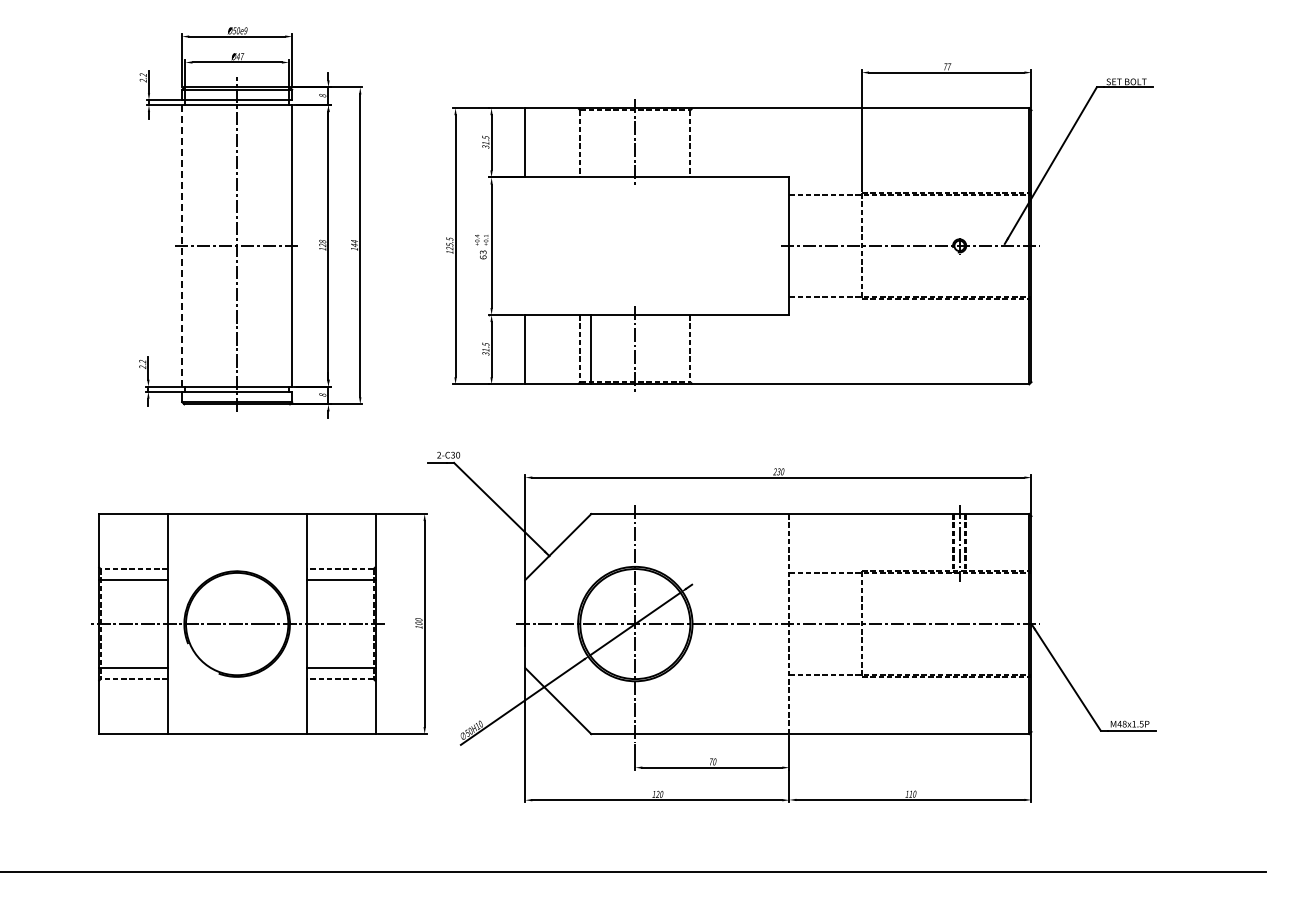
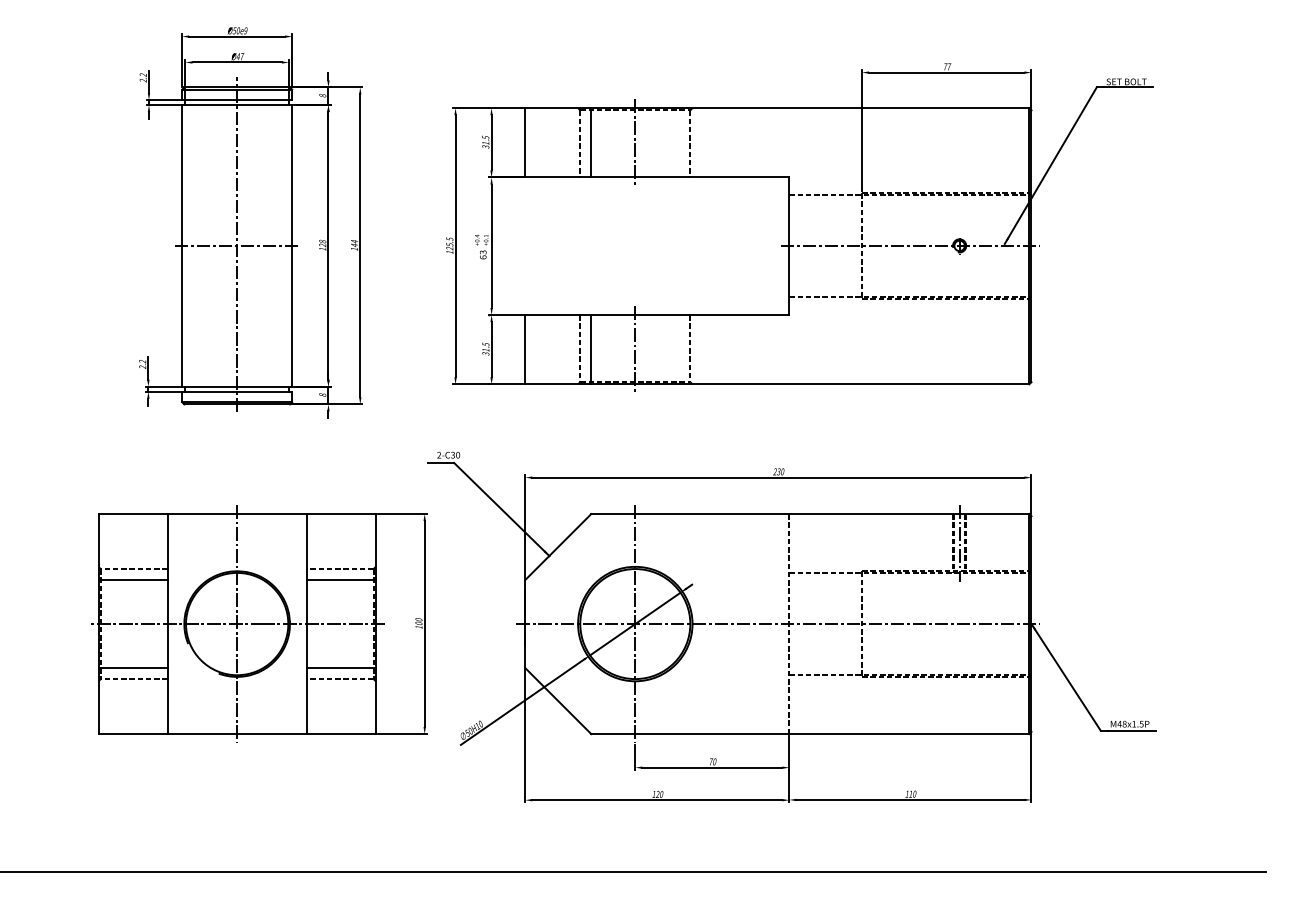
line at (591, 142): none -> present
line at (182, 245): dashed -> solid
line at (237, 623): none -> present
